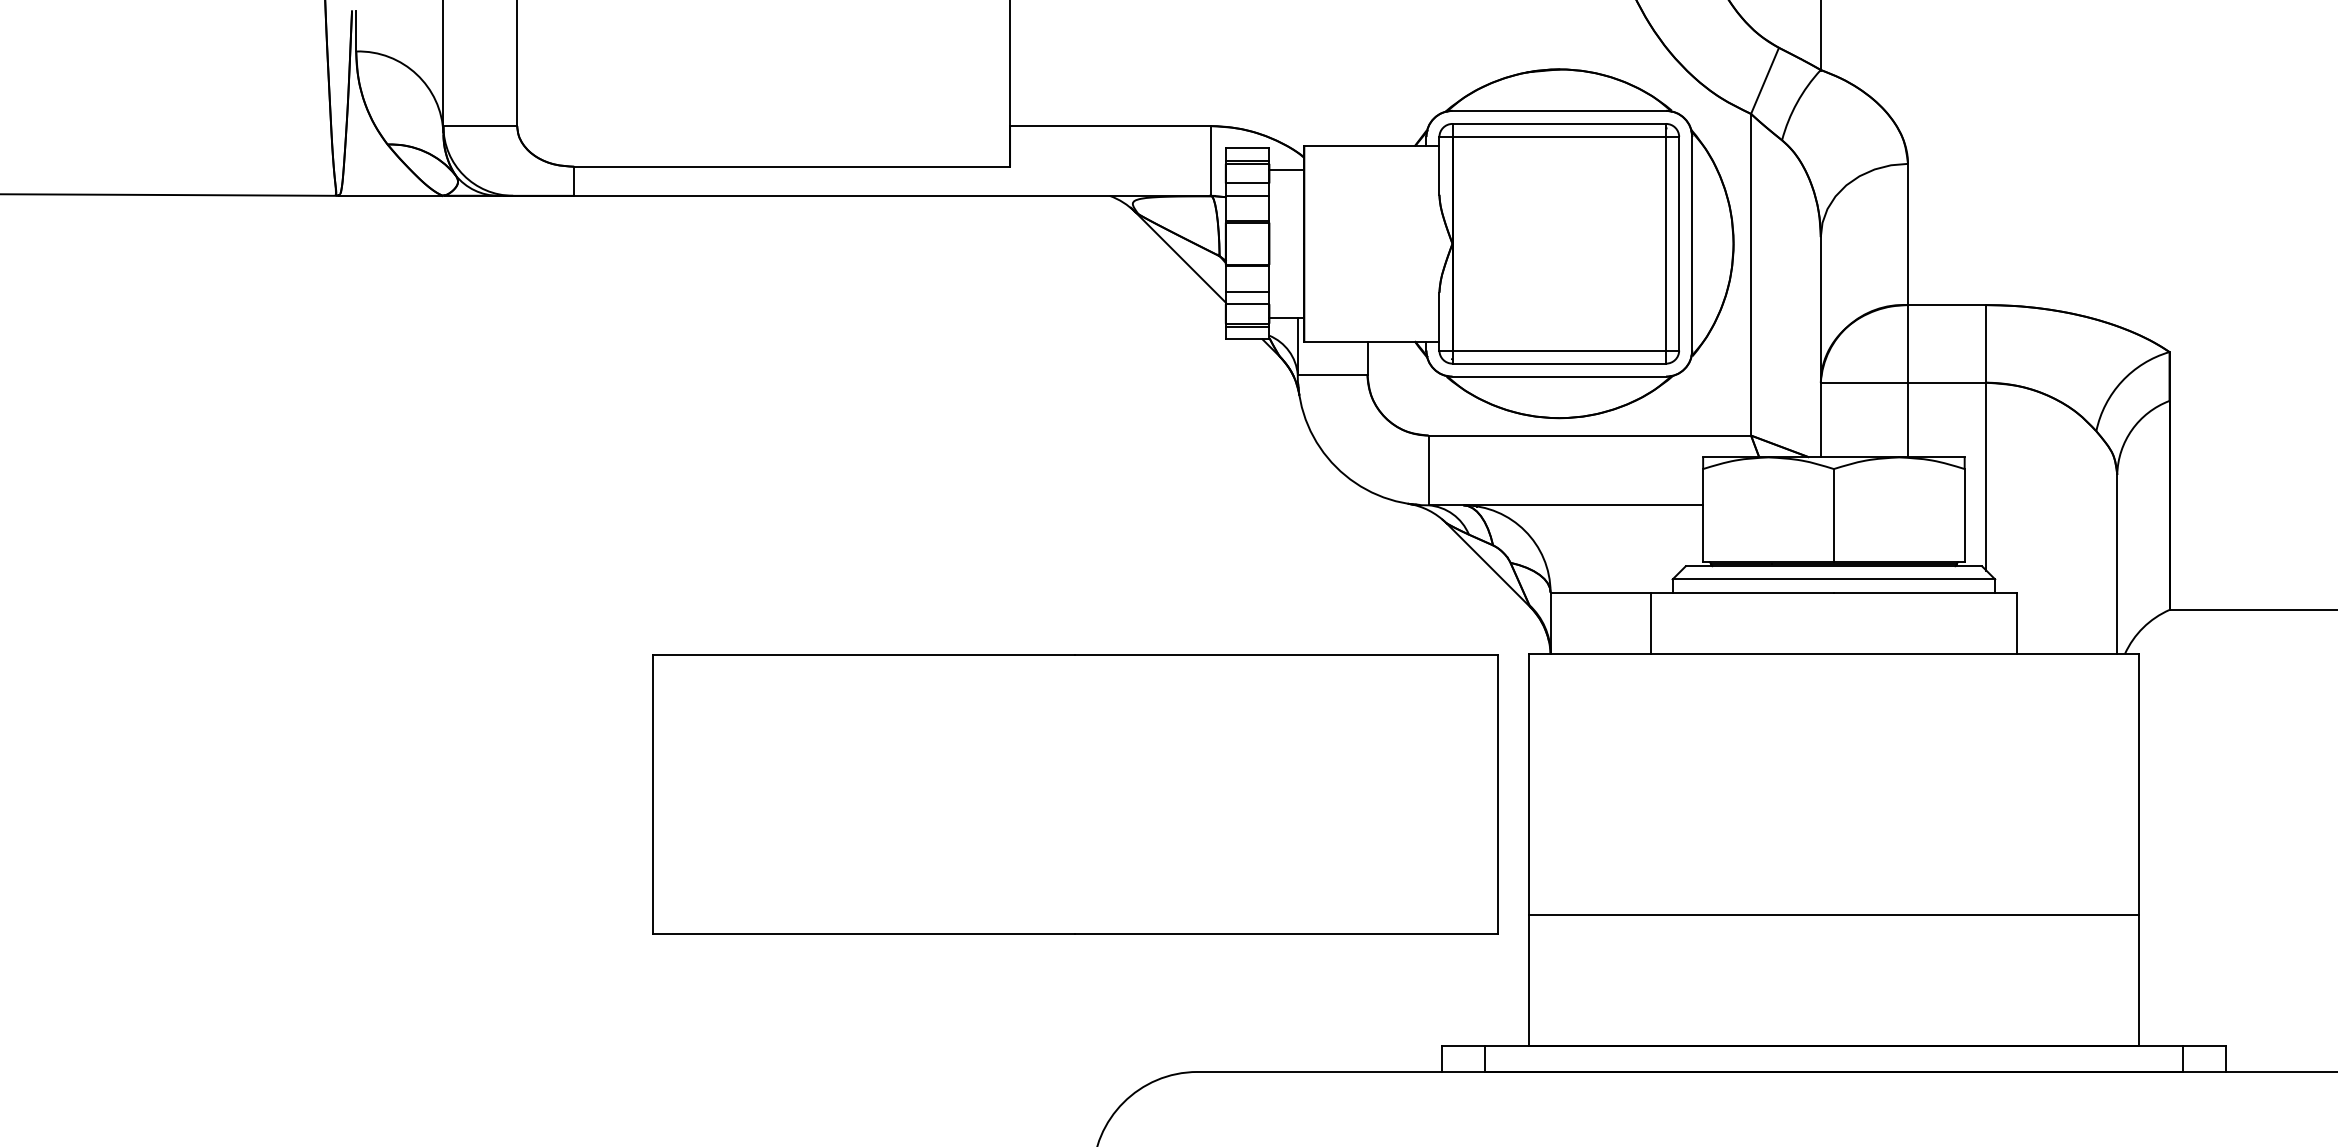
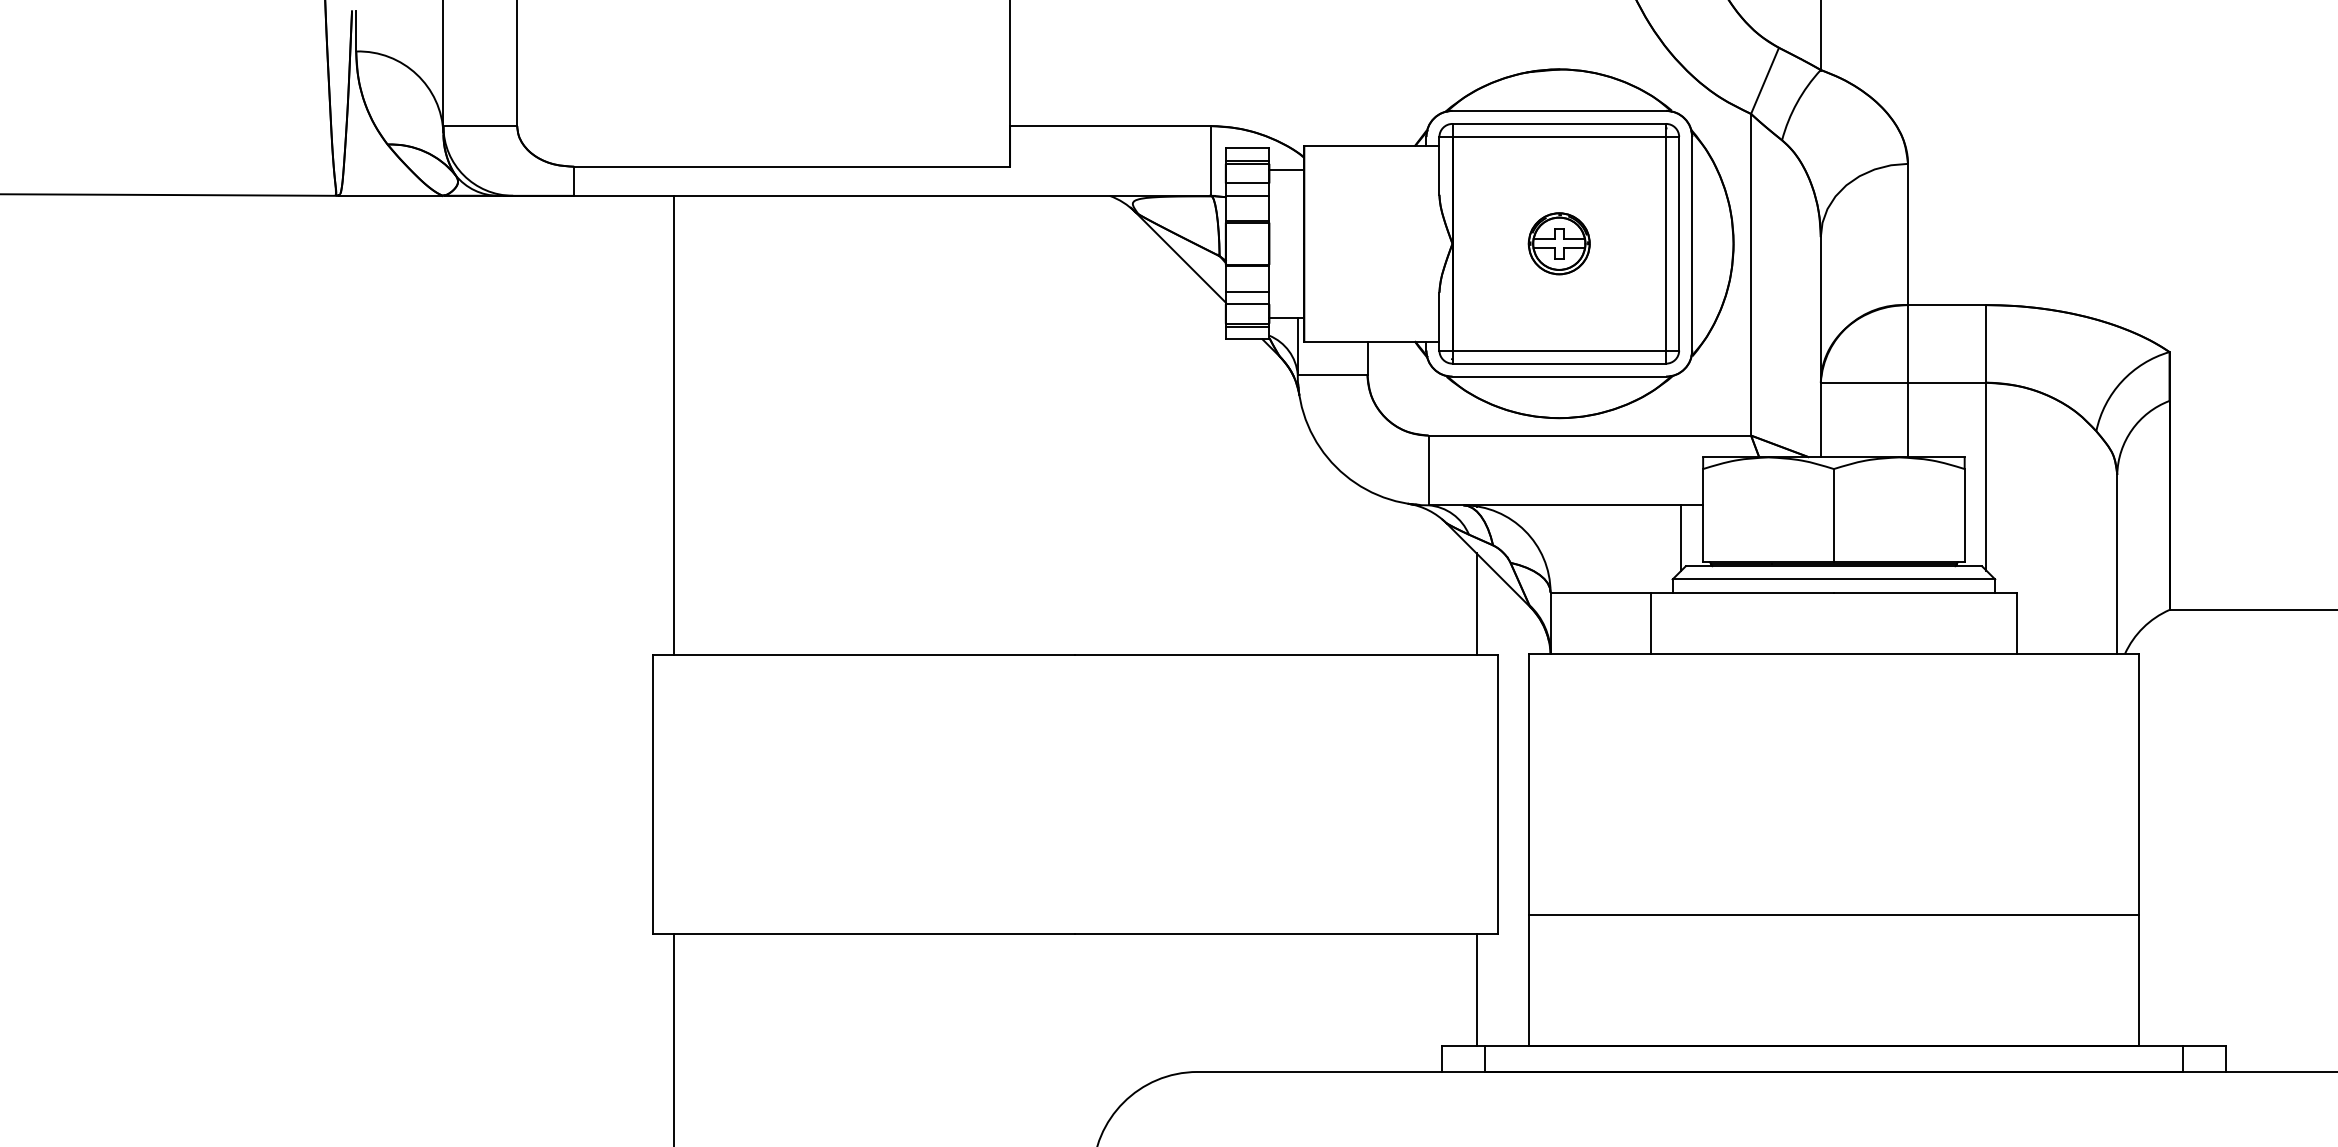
part at (1558, 243): none -> present
line at (674, 425): none -> present
line at (1681, 537): none -> present
line at (1476, 604): none -> present
line at (1476, 989): none -> present
line at (674, 1038): none -> present
